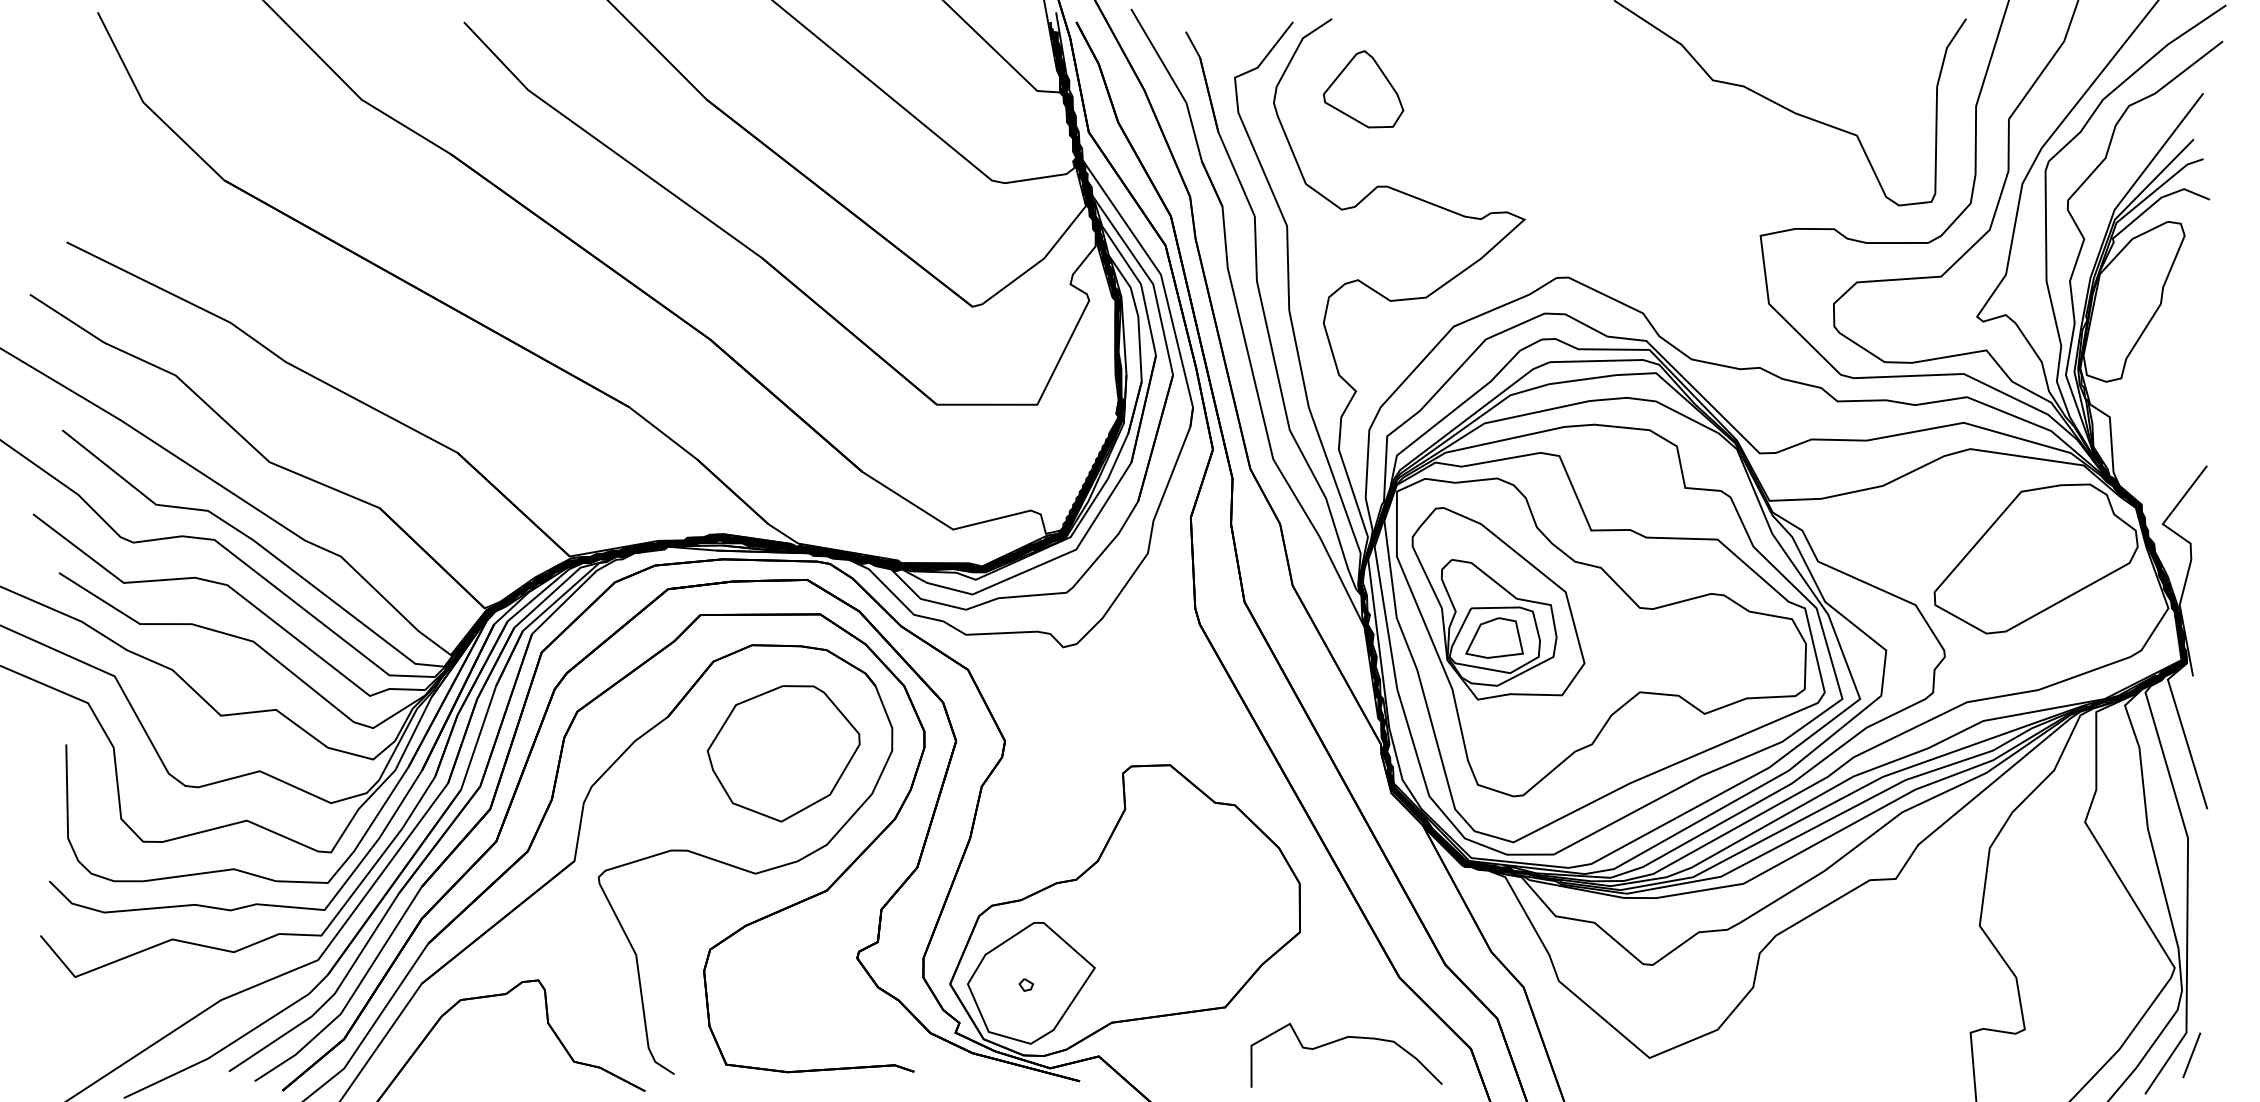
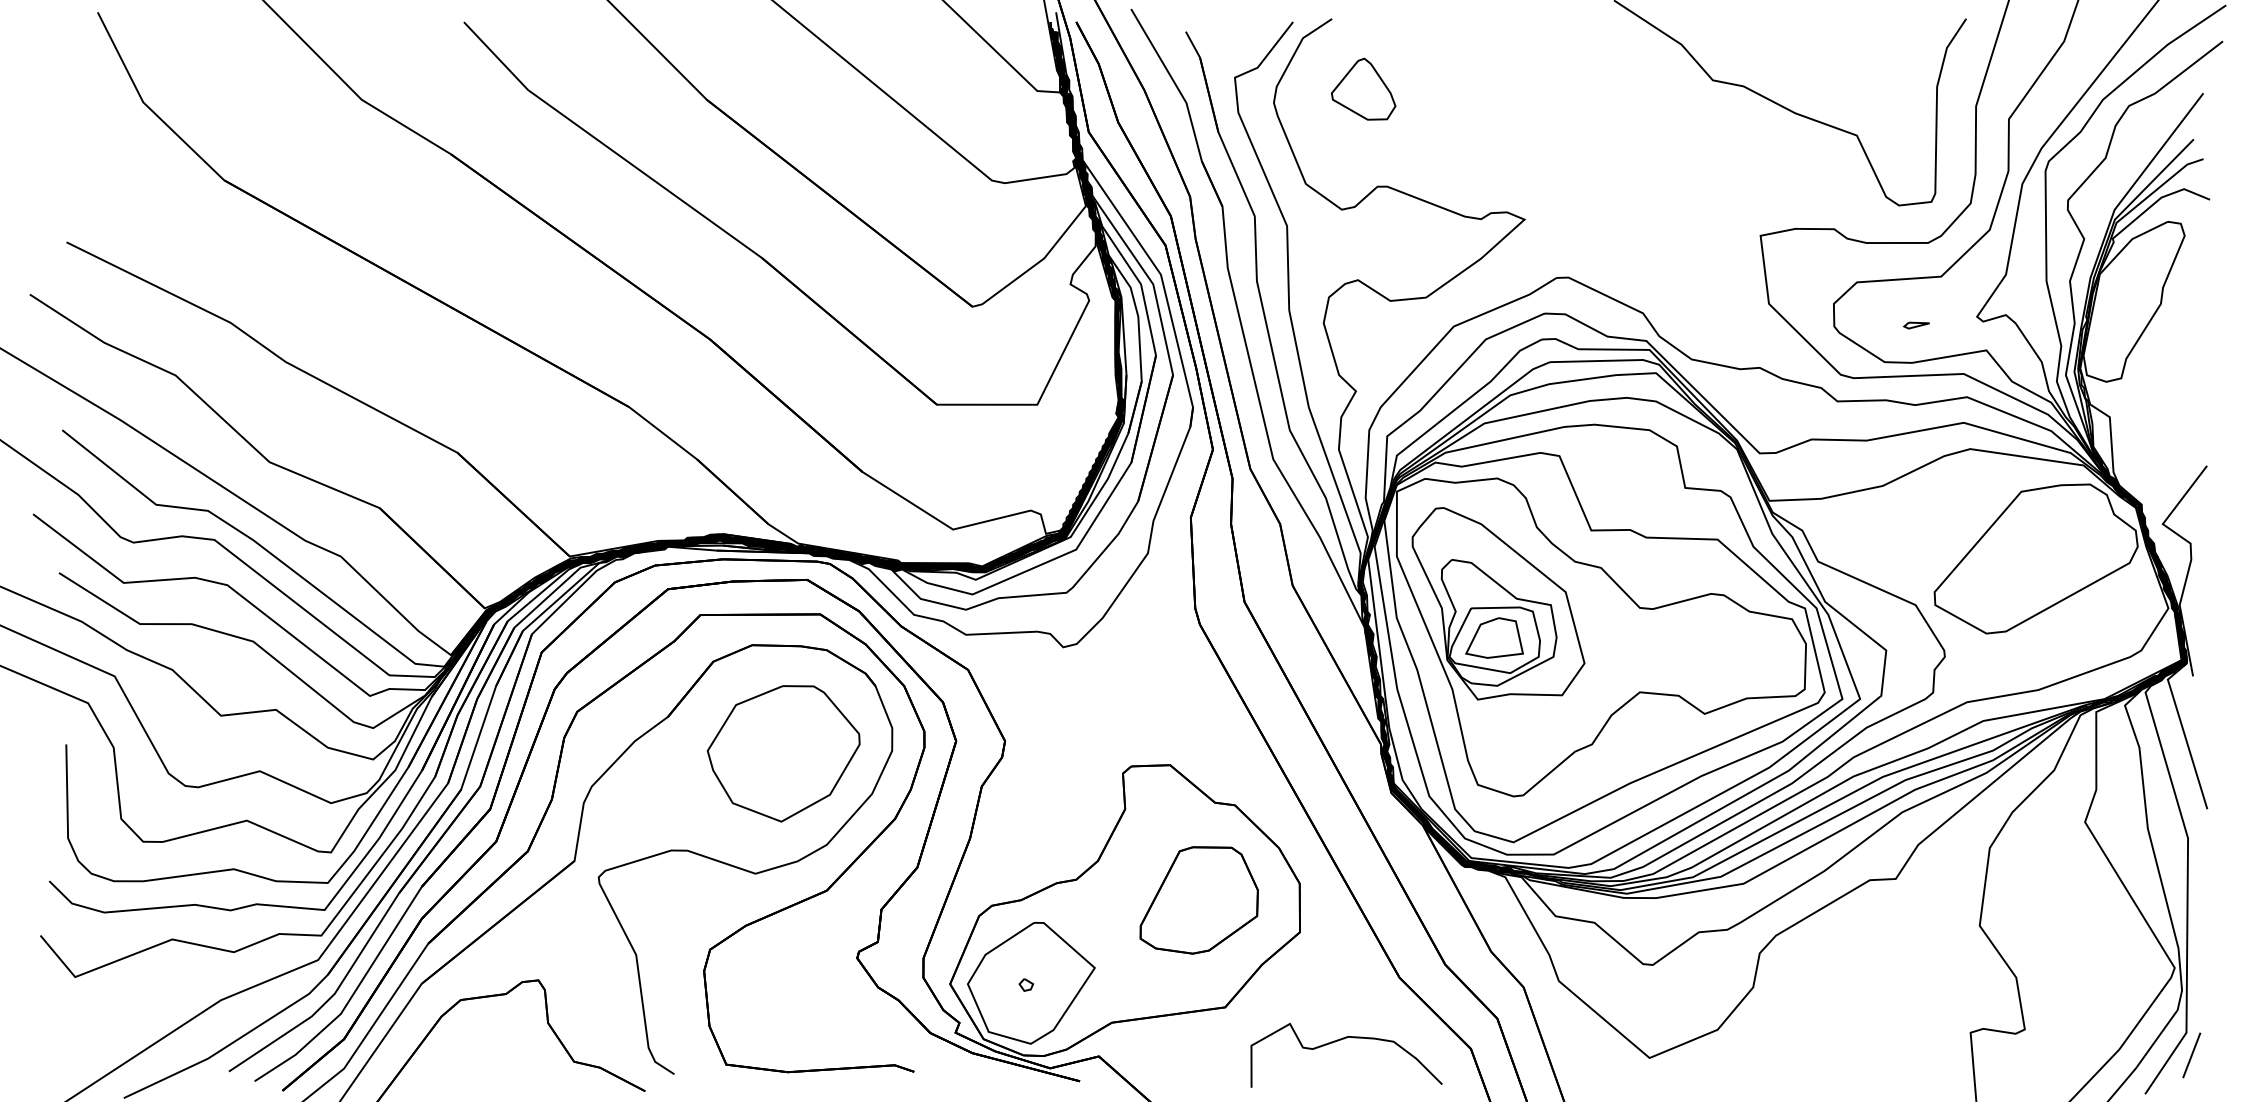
part at (1363, 89) size: 83x79 px -> 66x64 px
part at (1915, 325): none -> present
part at (1198, 900): none -> present
